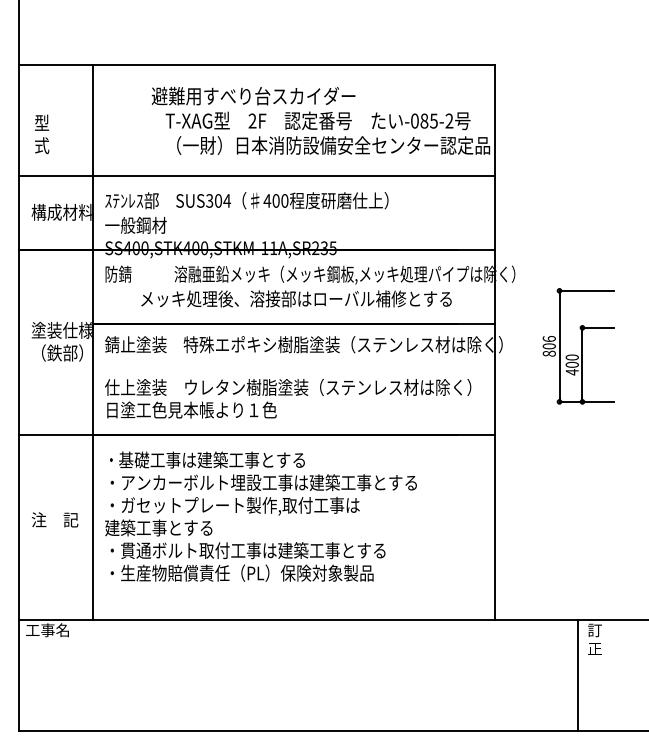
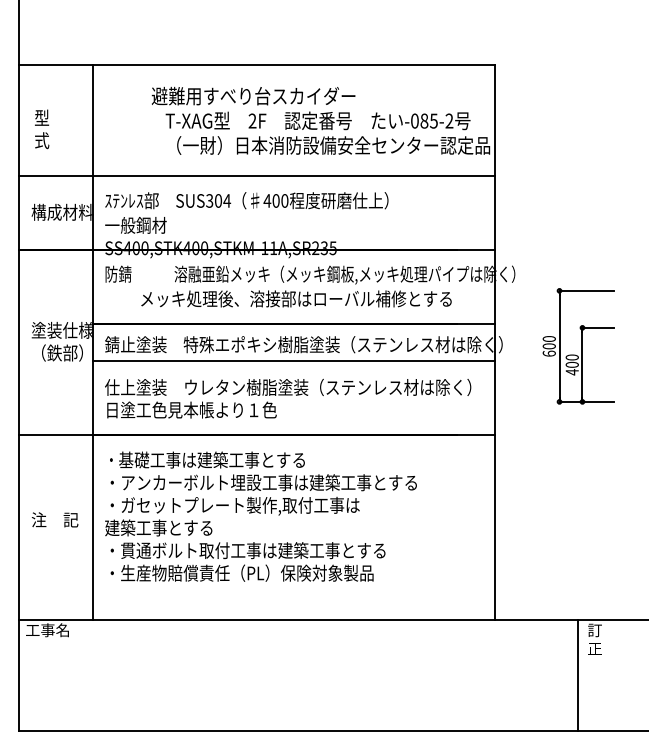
text at (42, 134) position: (42, 134) -> (42, 129)
text at (548, 346): 806 -> 600
line at (293, 361): none -> present
